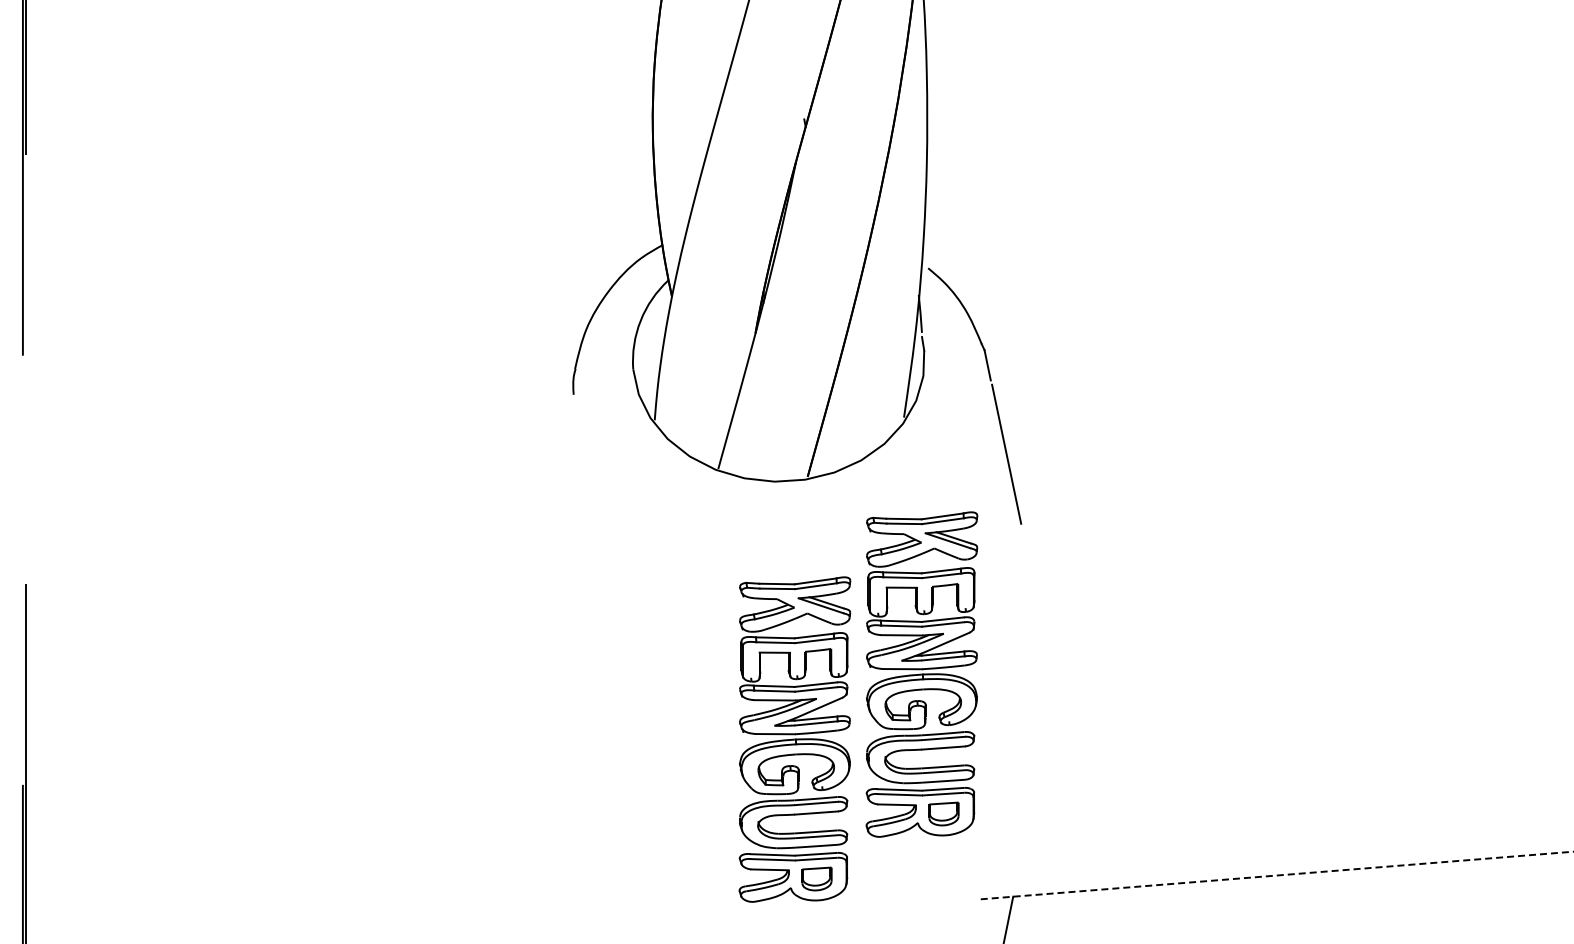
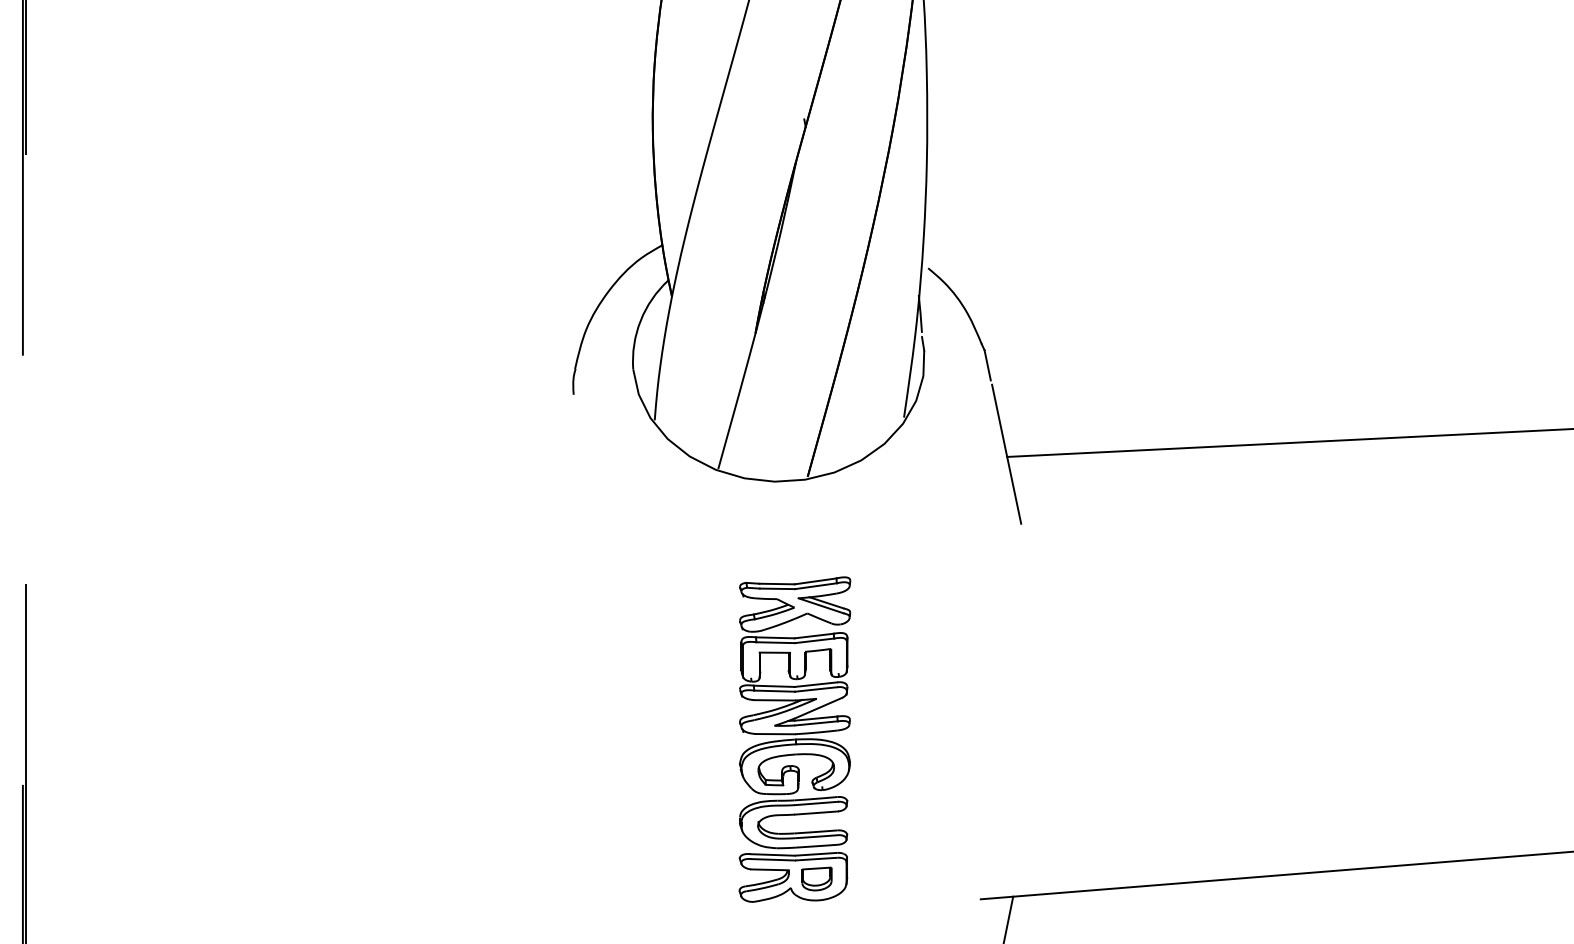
line at (1288, 442): none -> present
part at (921, 674): present -> none
line at (1277, 875): dashed -> solid
